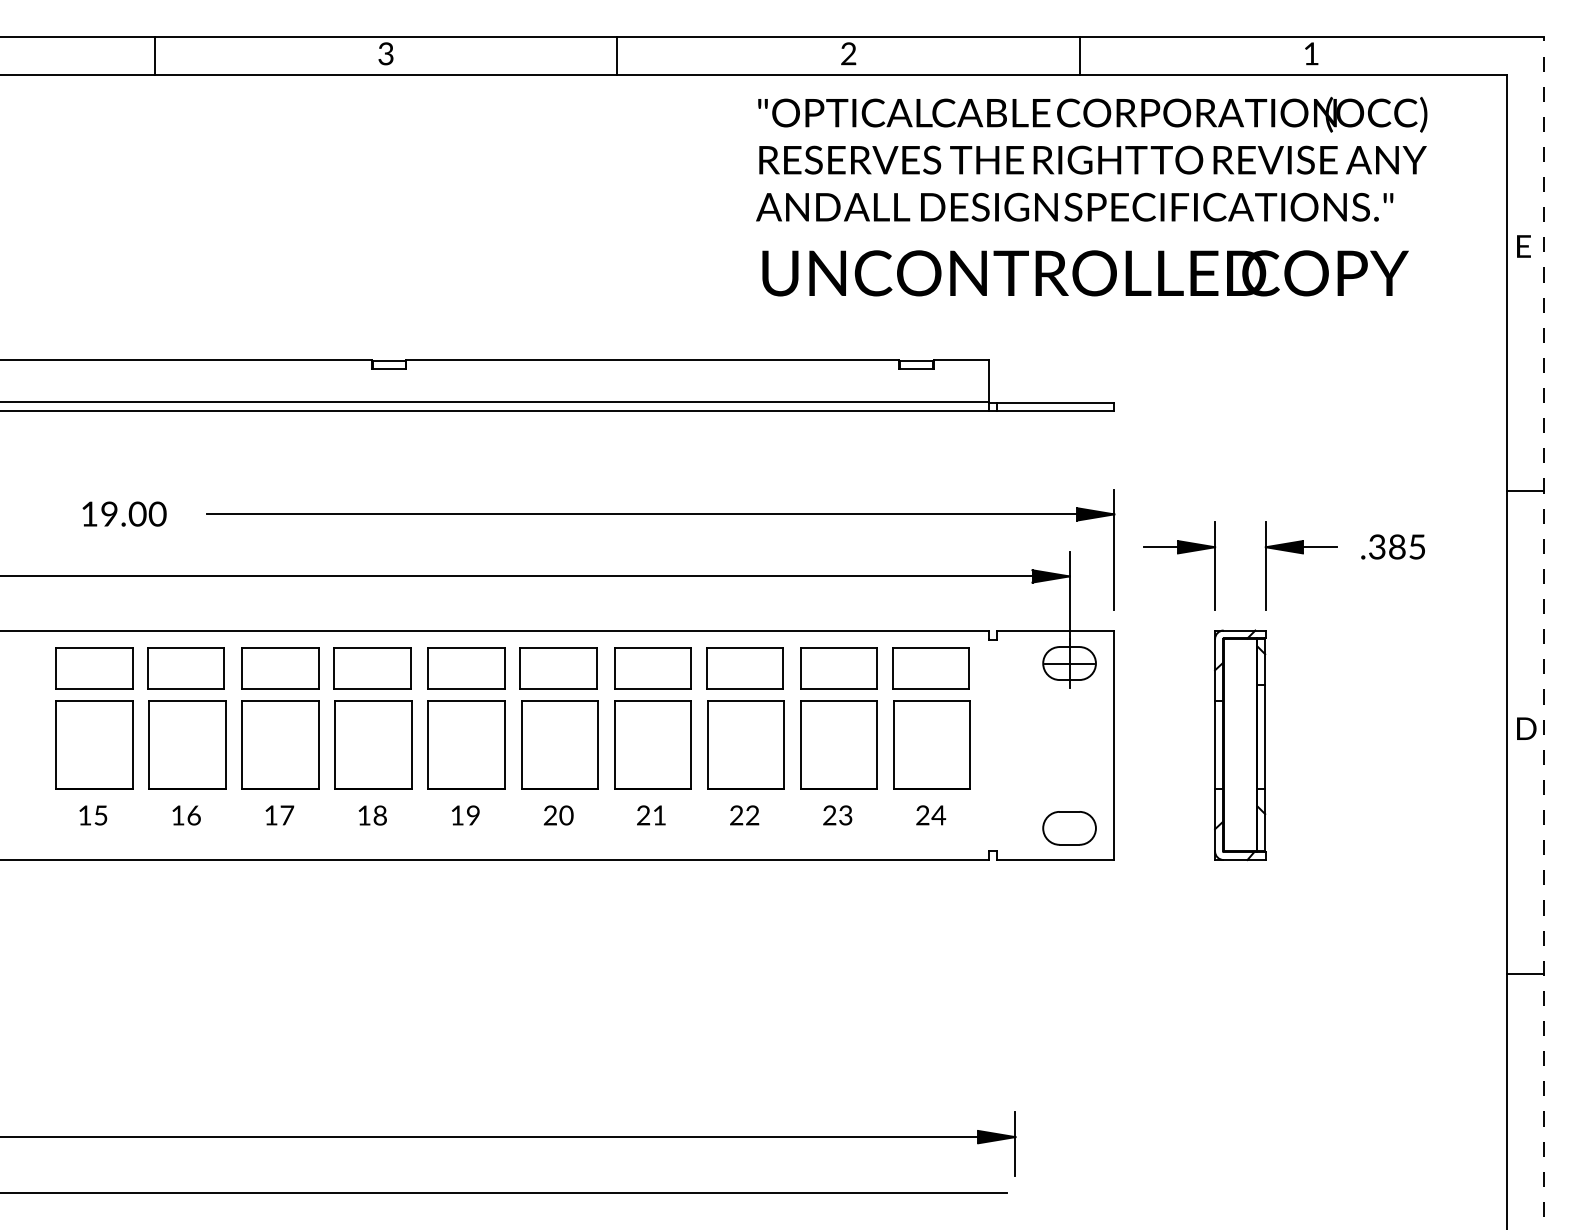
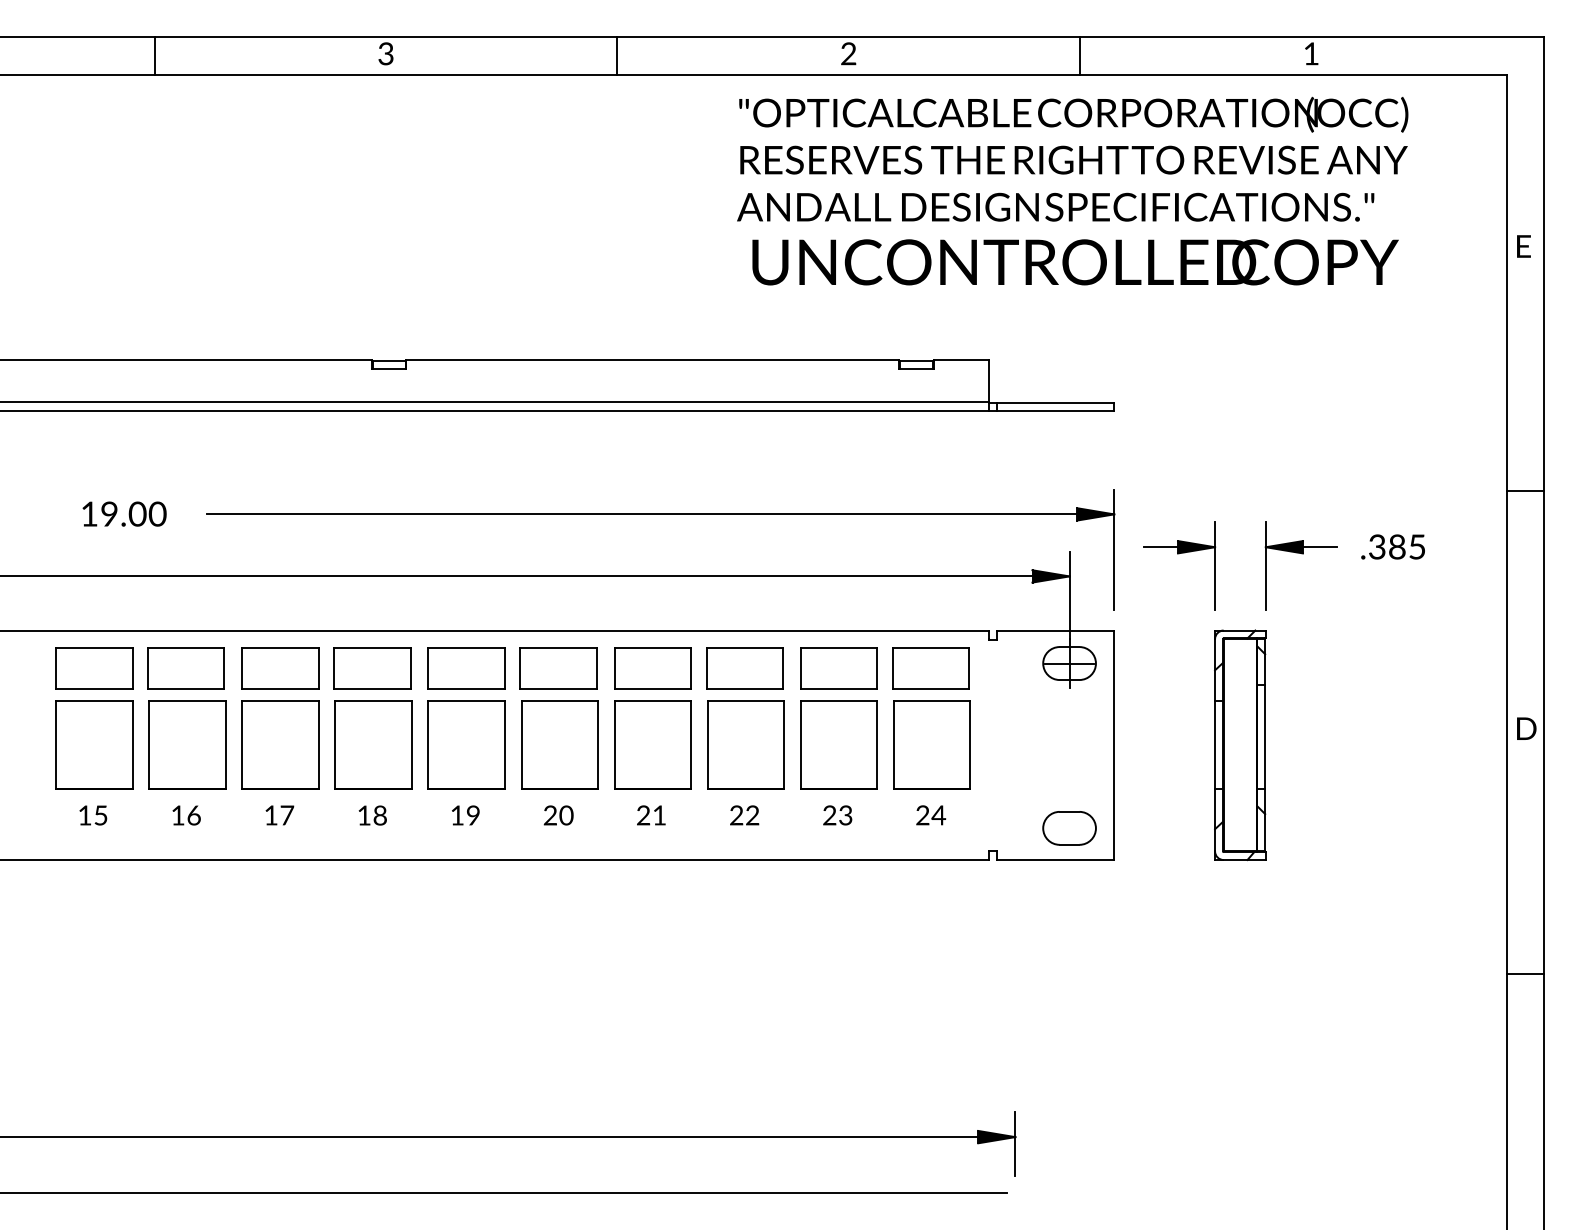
text at (1091, 158) position: (1091, 158) -> (1072, 158)
text at (1085, 273) position: (1085, 273) -> (1075, 262)
line at (1544, 632): dashed -> solid
